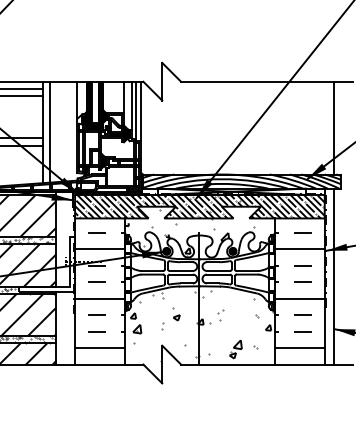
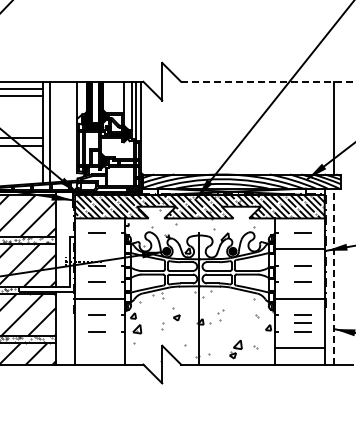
line at (267, 81): solid -> dashed
line at (99, 249): present -> none
line at (334, 276): solid -> dashed
line at (302, 322): none -> present
line at (99, 348): present -> none
